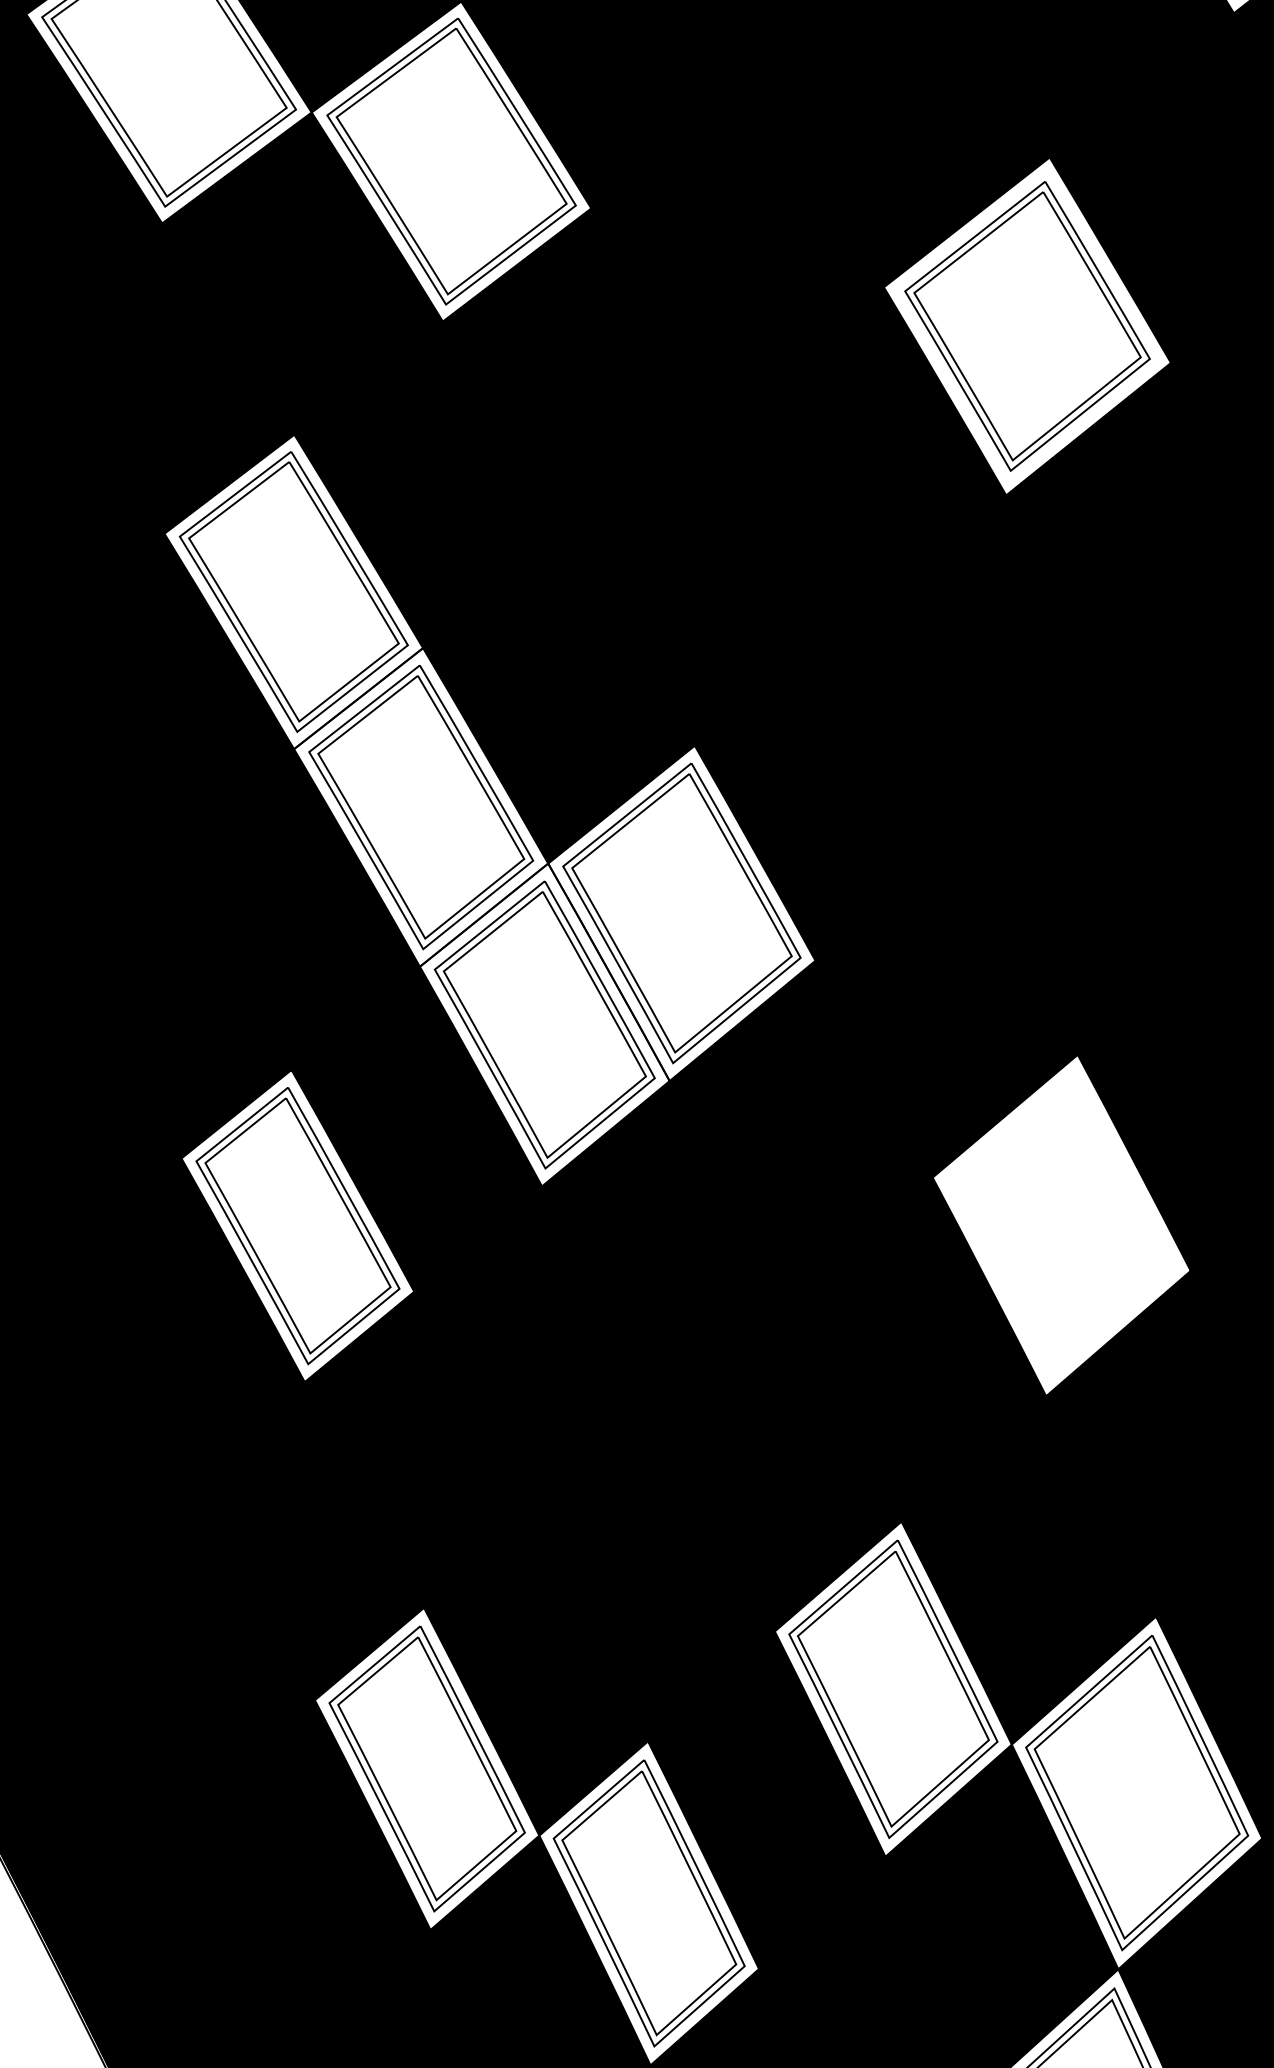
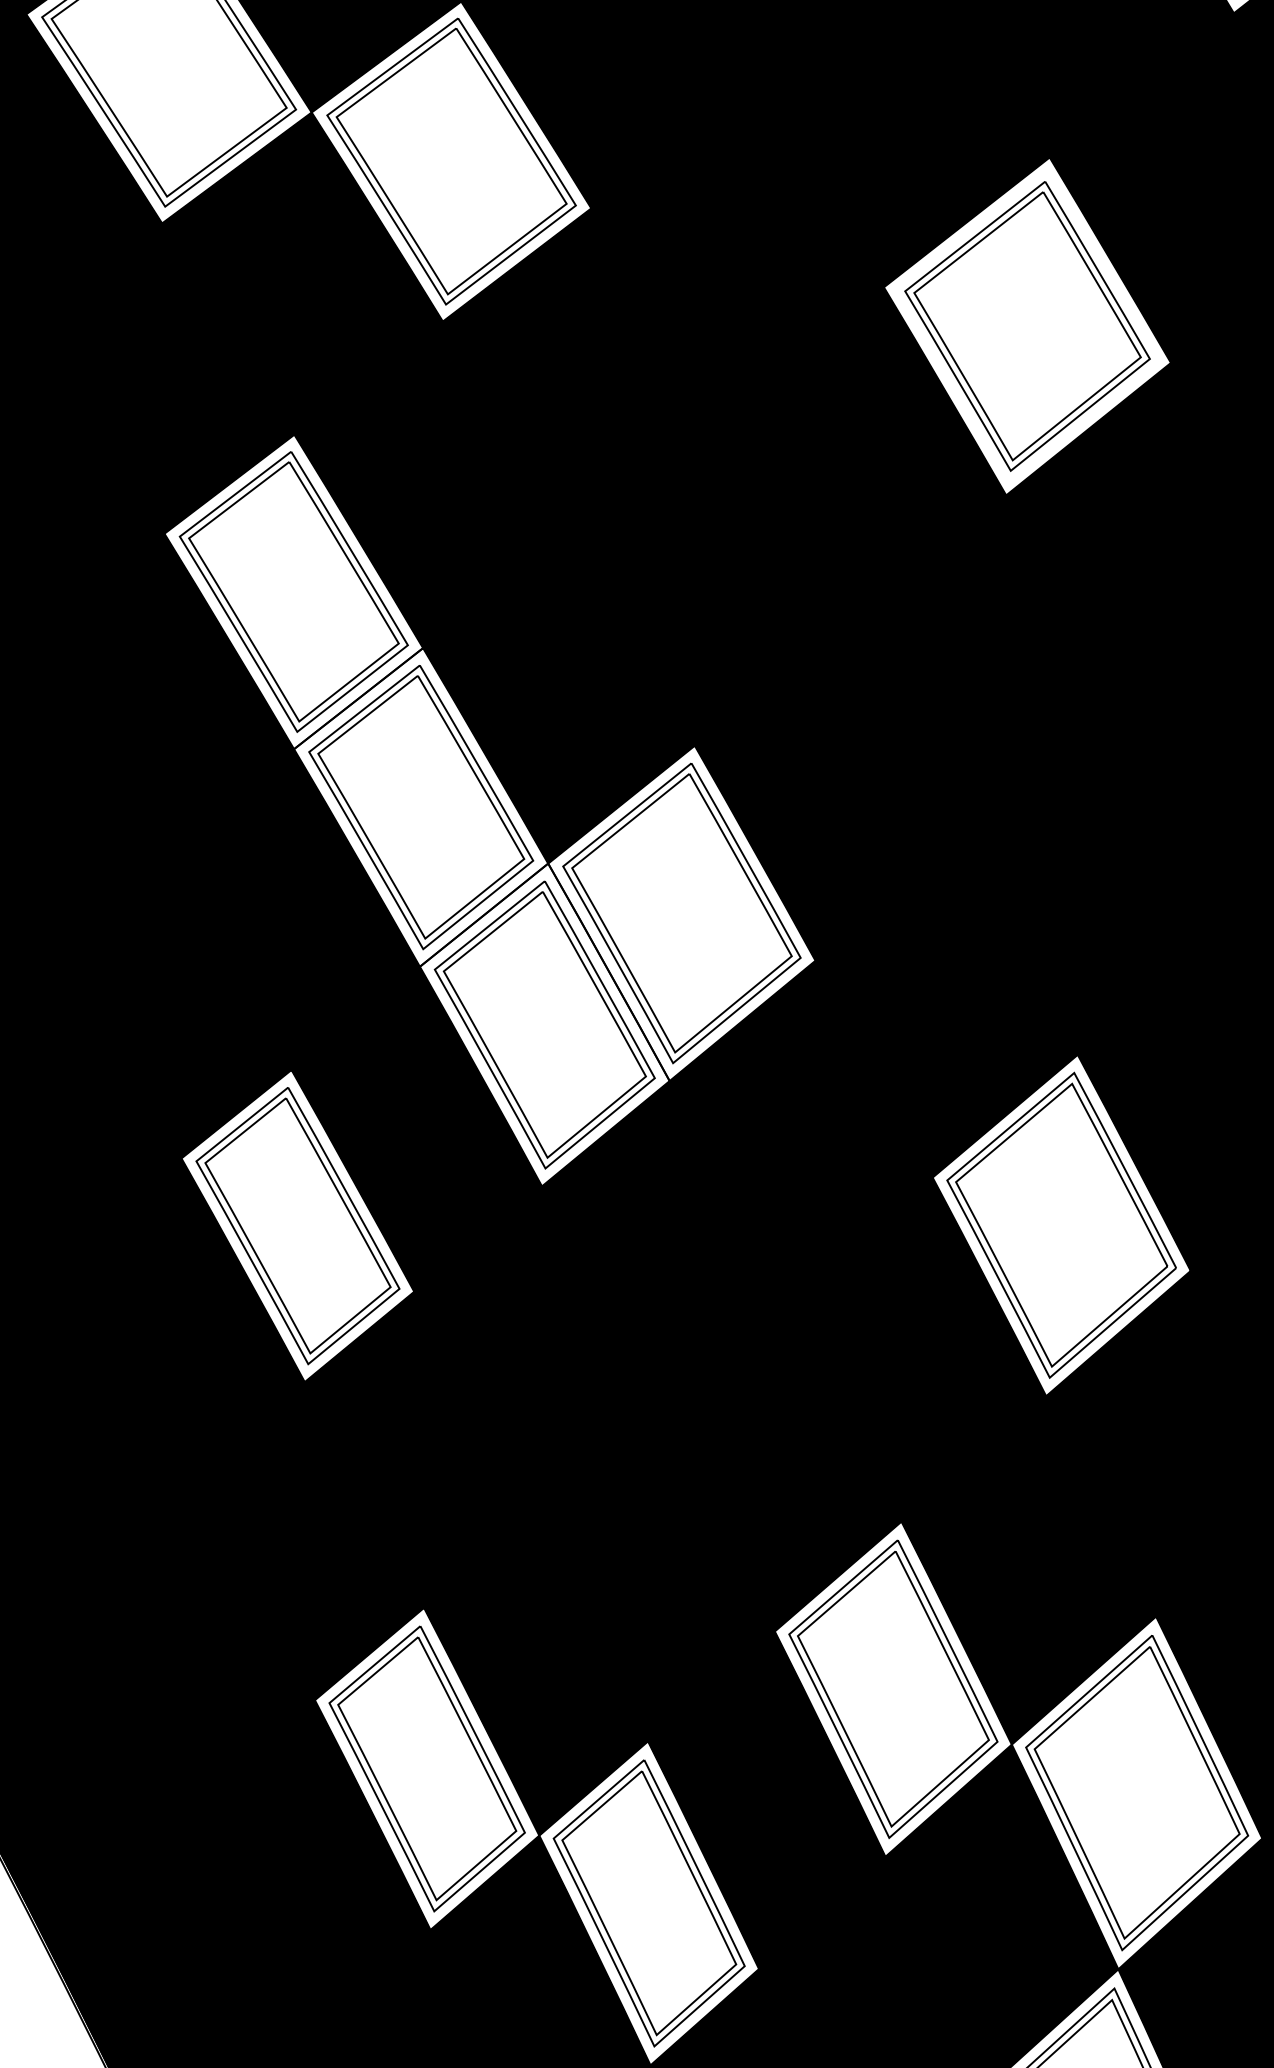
part at (1061, 1224): none -> present
